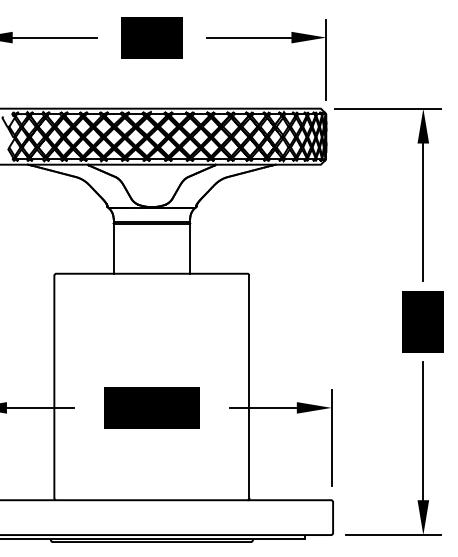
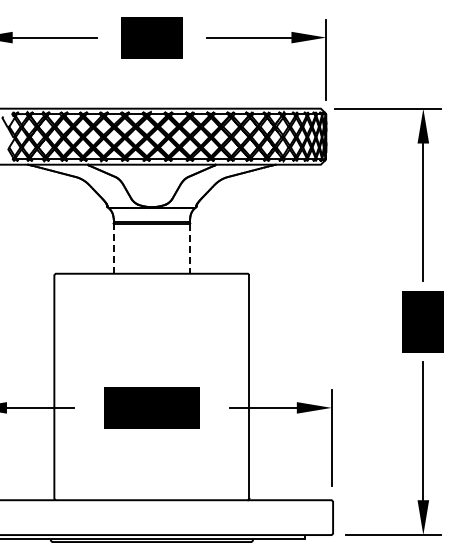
line at (113, 248): solid -> dashed
line at (190, 249): solid -> dashed
